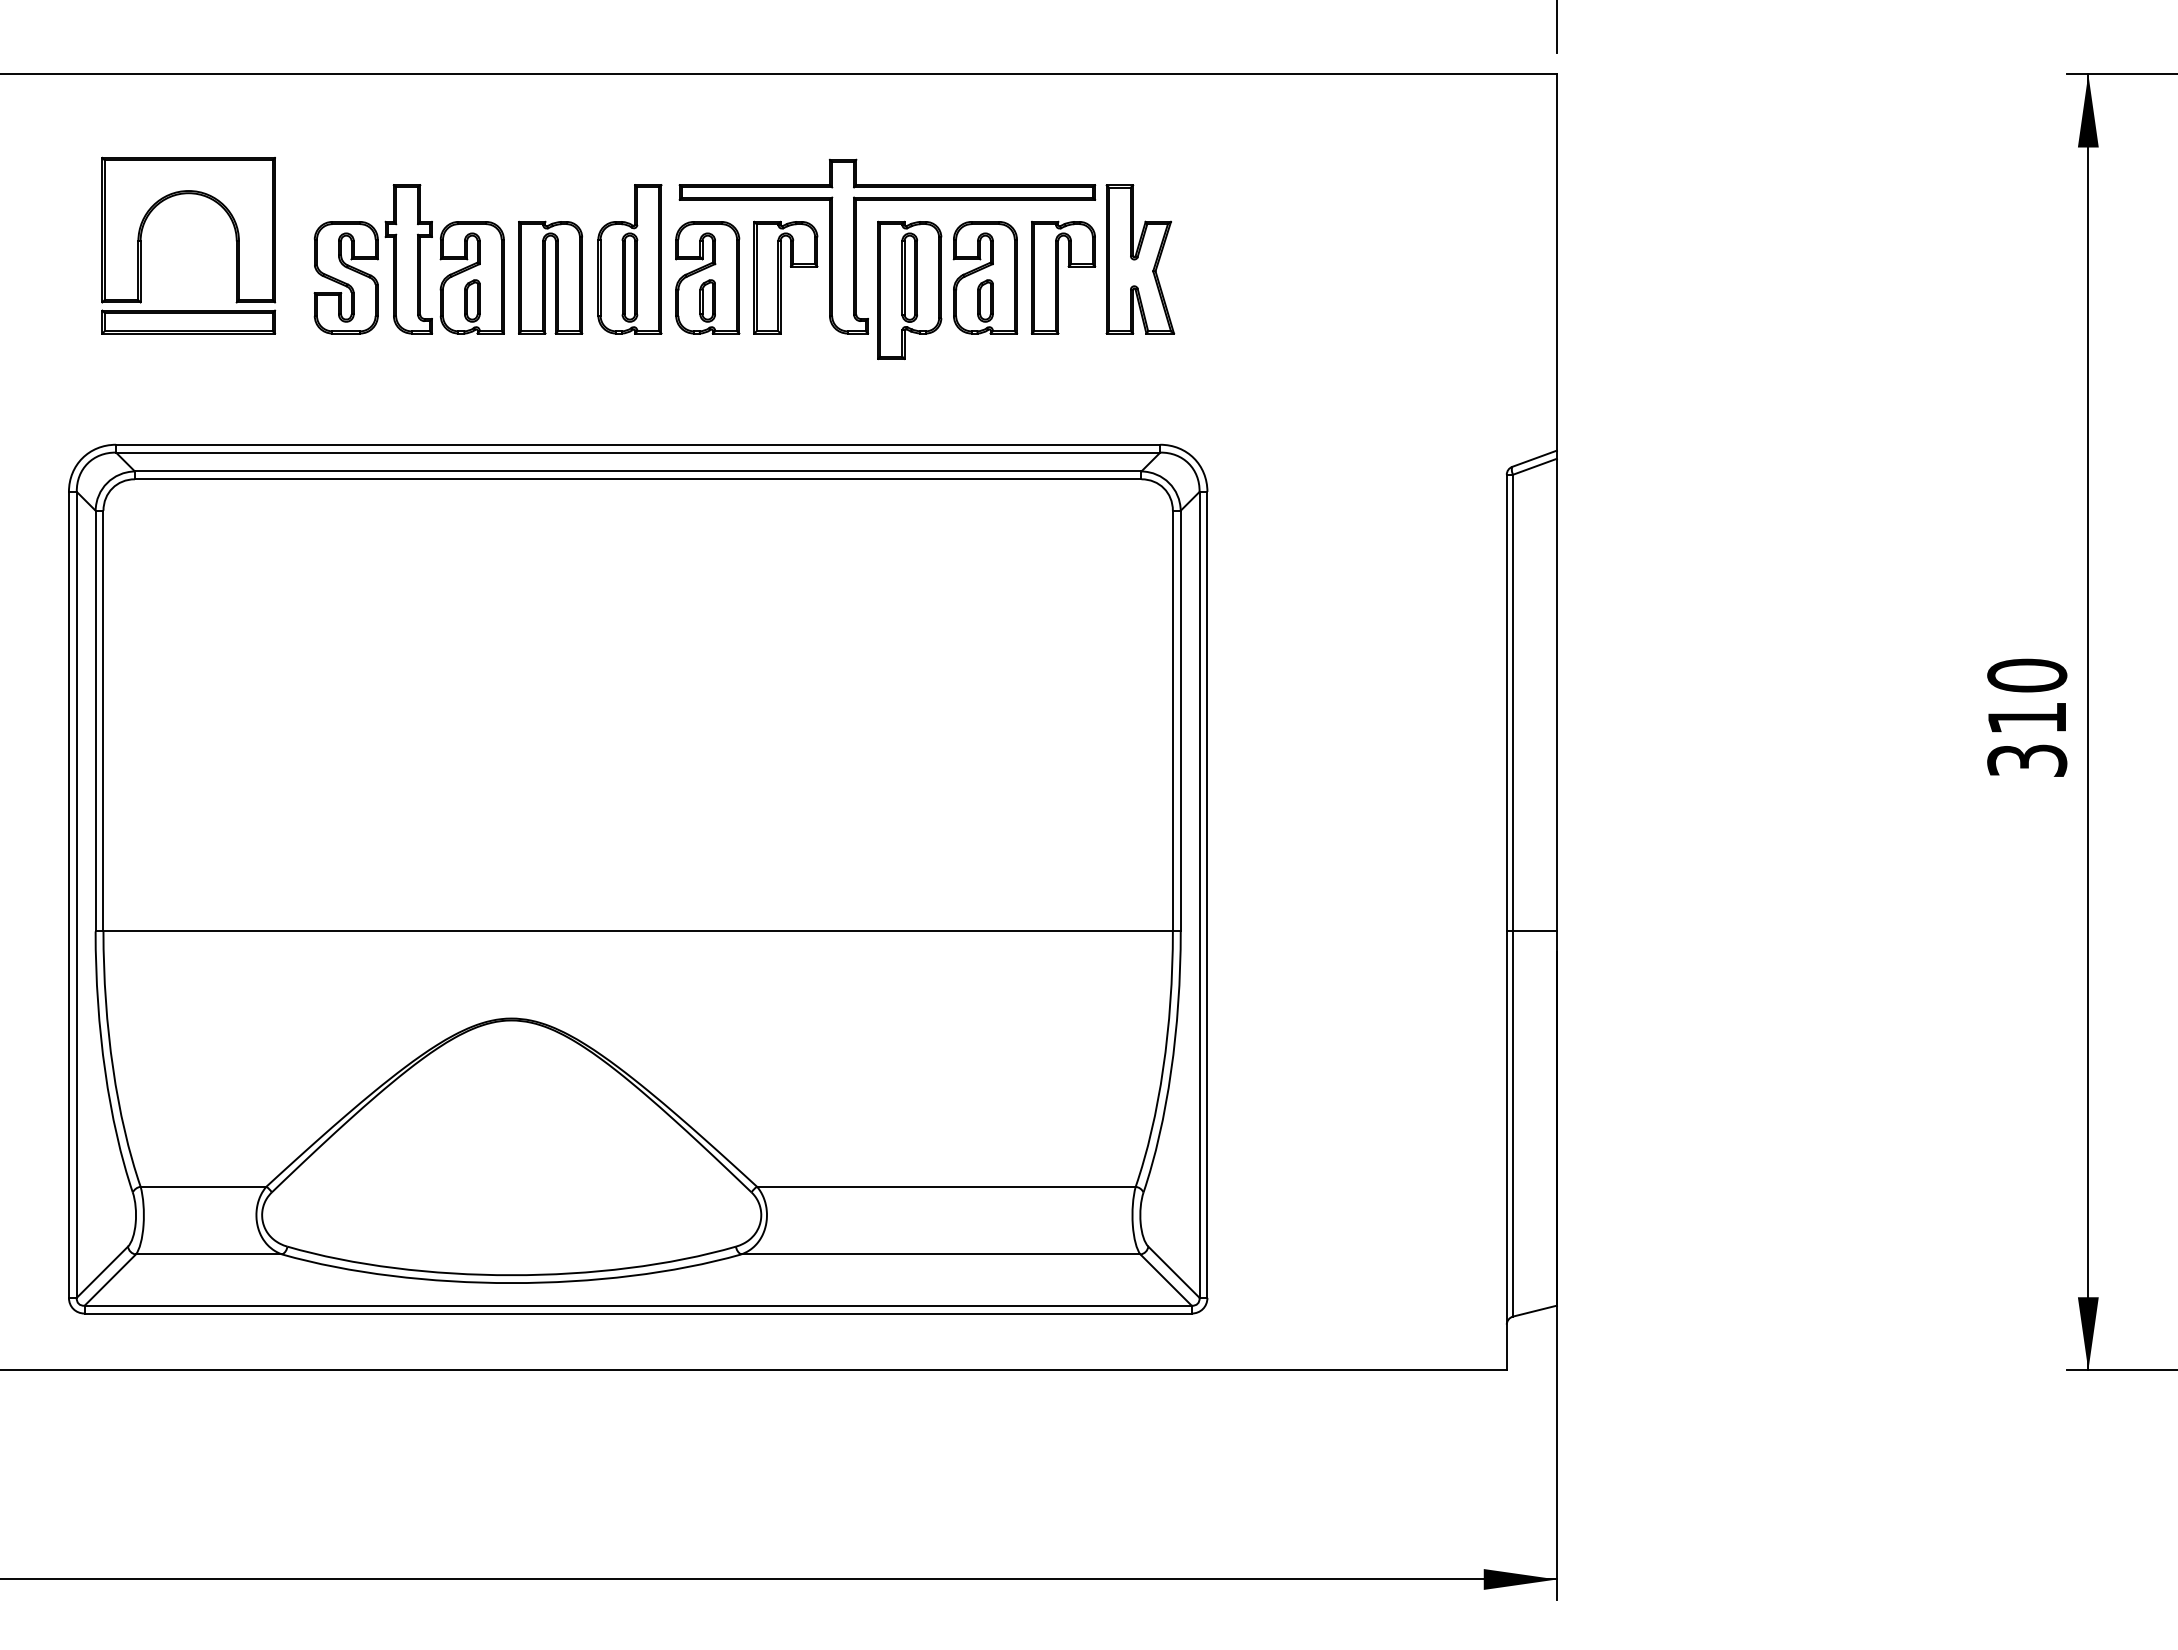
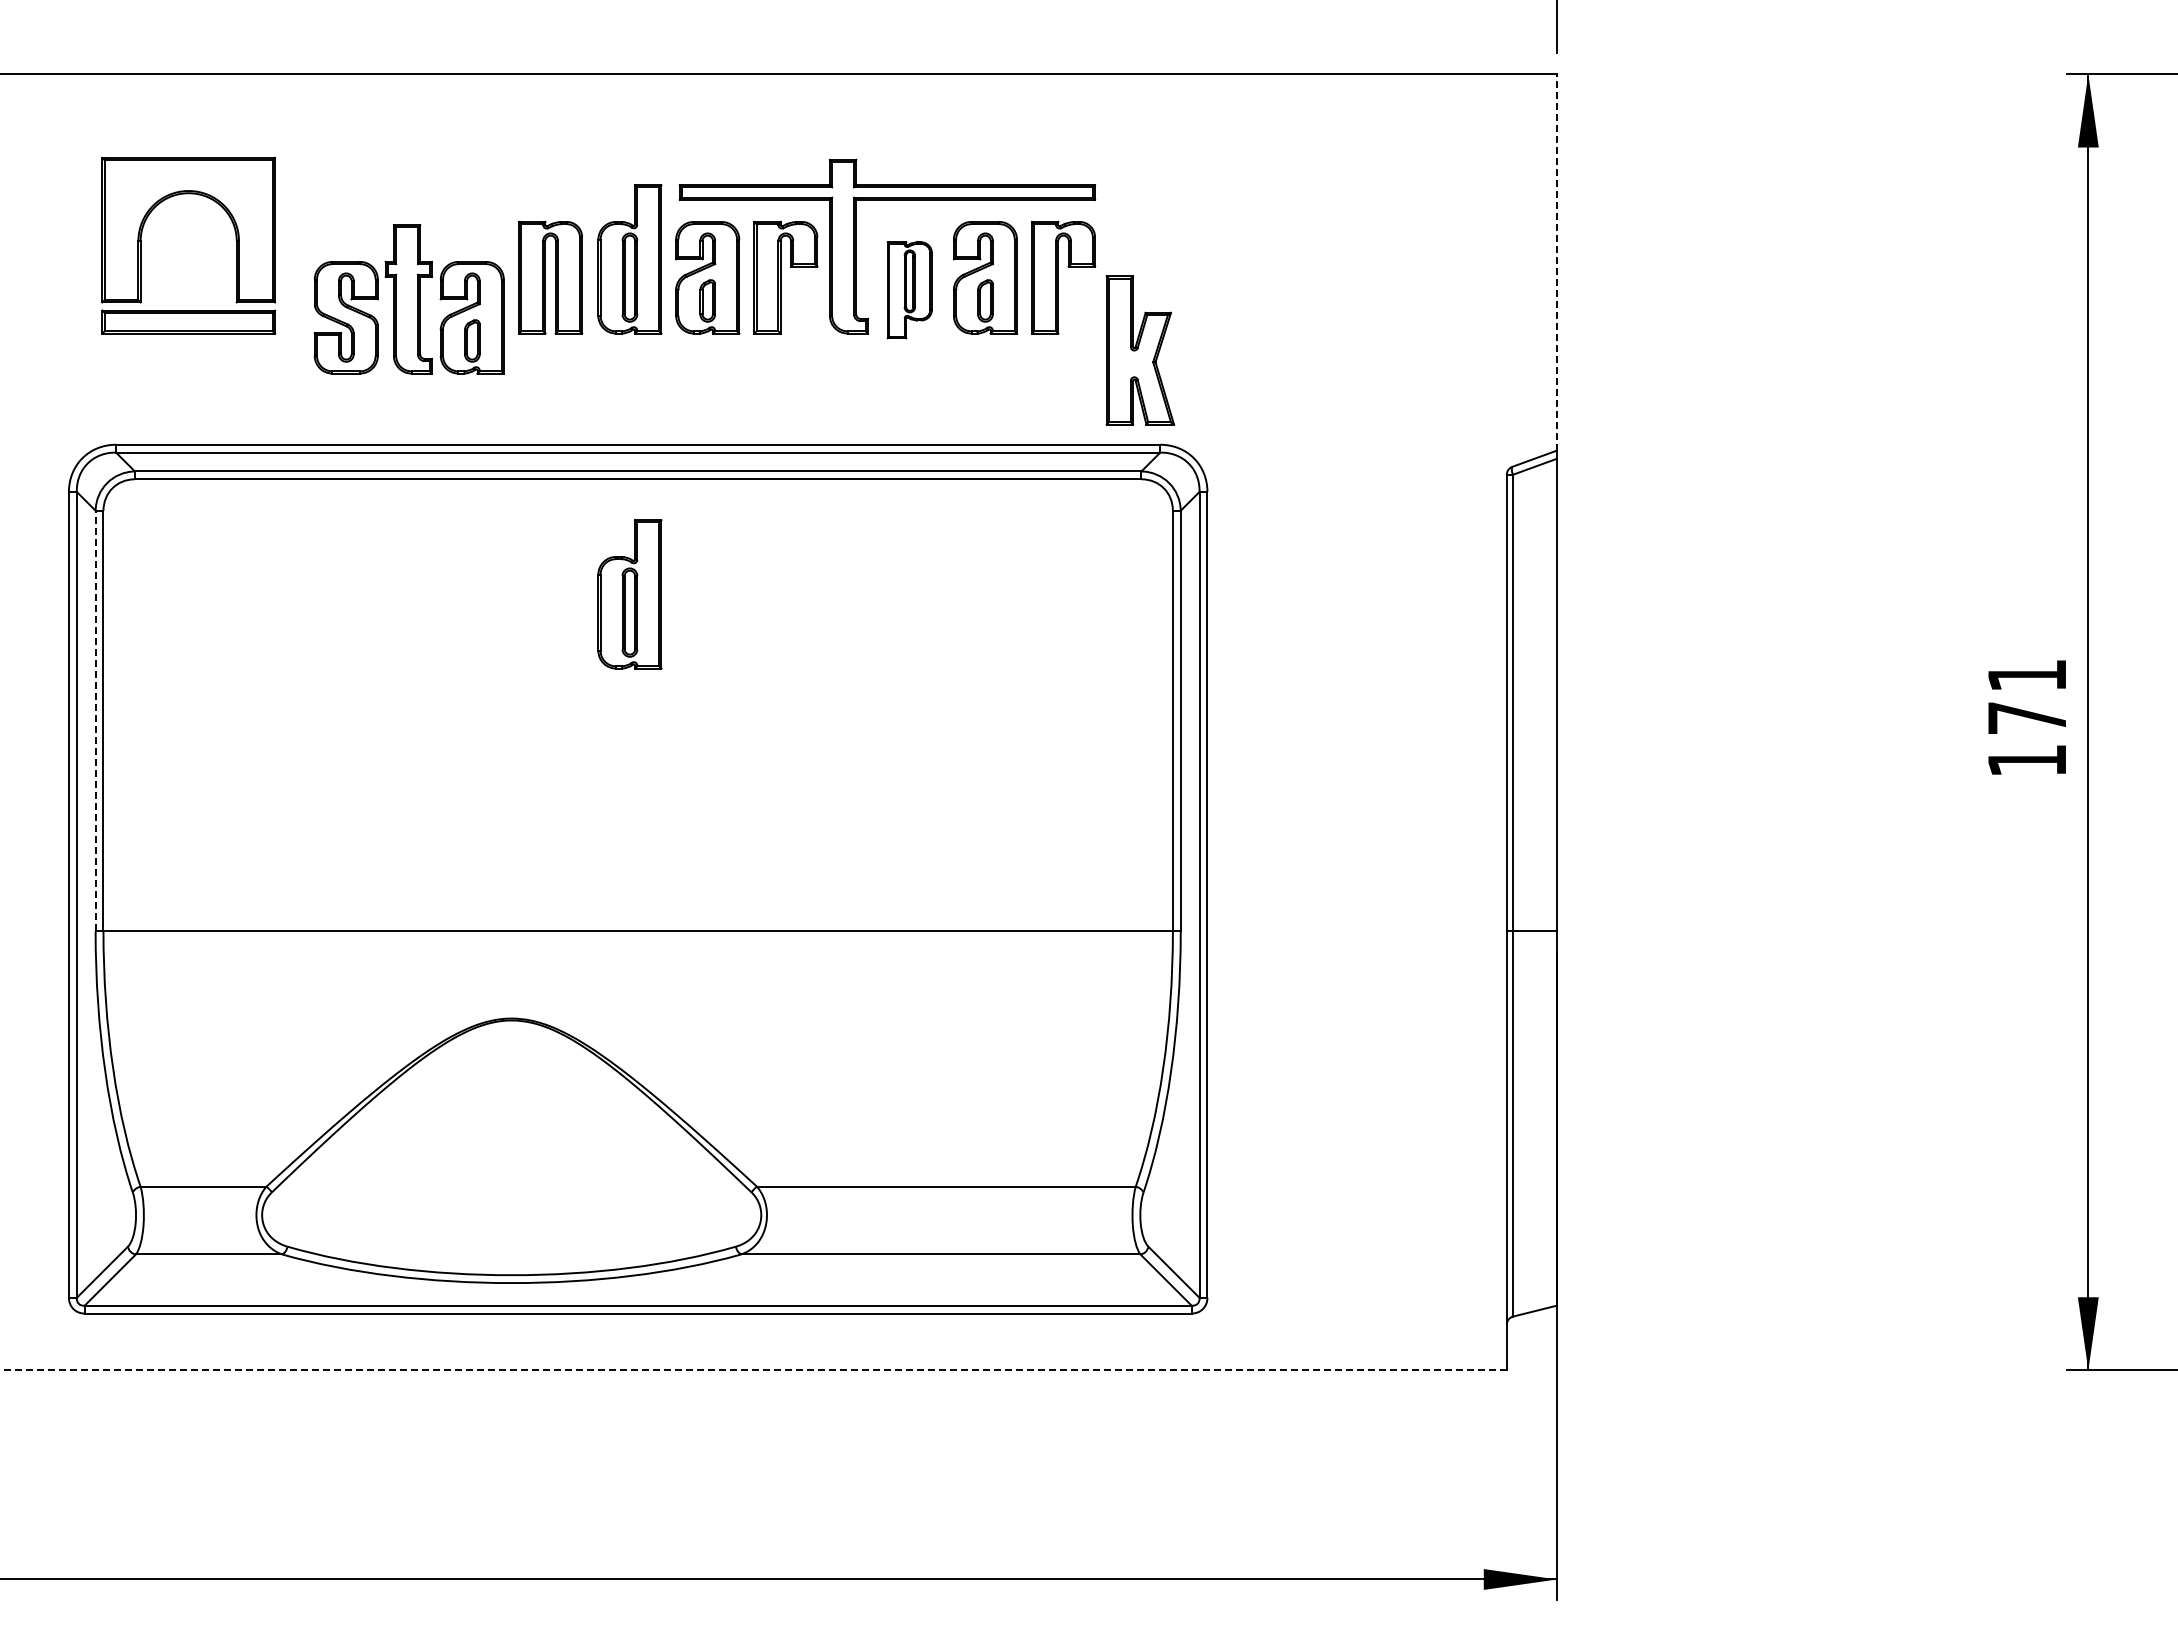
part at (408, 259) position: (408, 259) -> (408, 299)
part at (1140, 259) position: (1140, 259) -> (1140, 350)
line at (1556, 261): solid -> dashed
part at (909, 289) size: 66x140 px -> 47x99 px
part at (629, 594): none -> present
text at (2027, 717): 310 -> 171
line at (95, 720): solid -> dashed
line at (753, 1370): solid -> dashed
